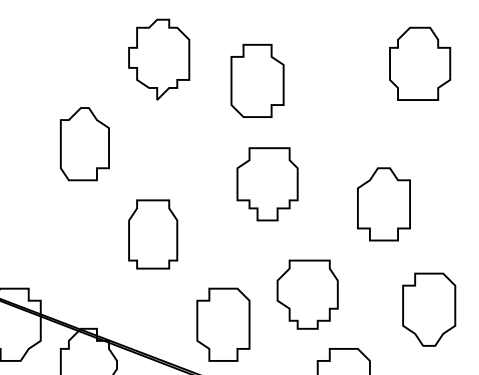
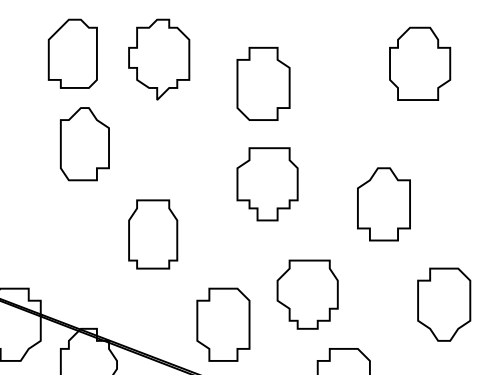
part at (72, 53): none -> present
part at (257, 80) position: (257, 80) -> (263, 83)
part at (429, 309) position: (429, 309) -> (444, 304)
